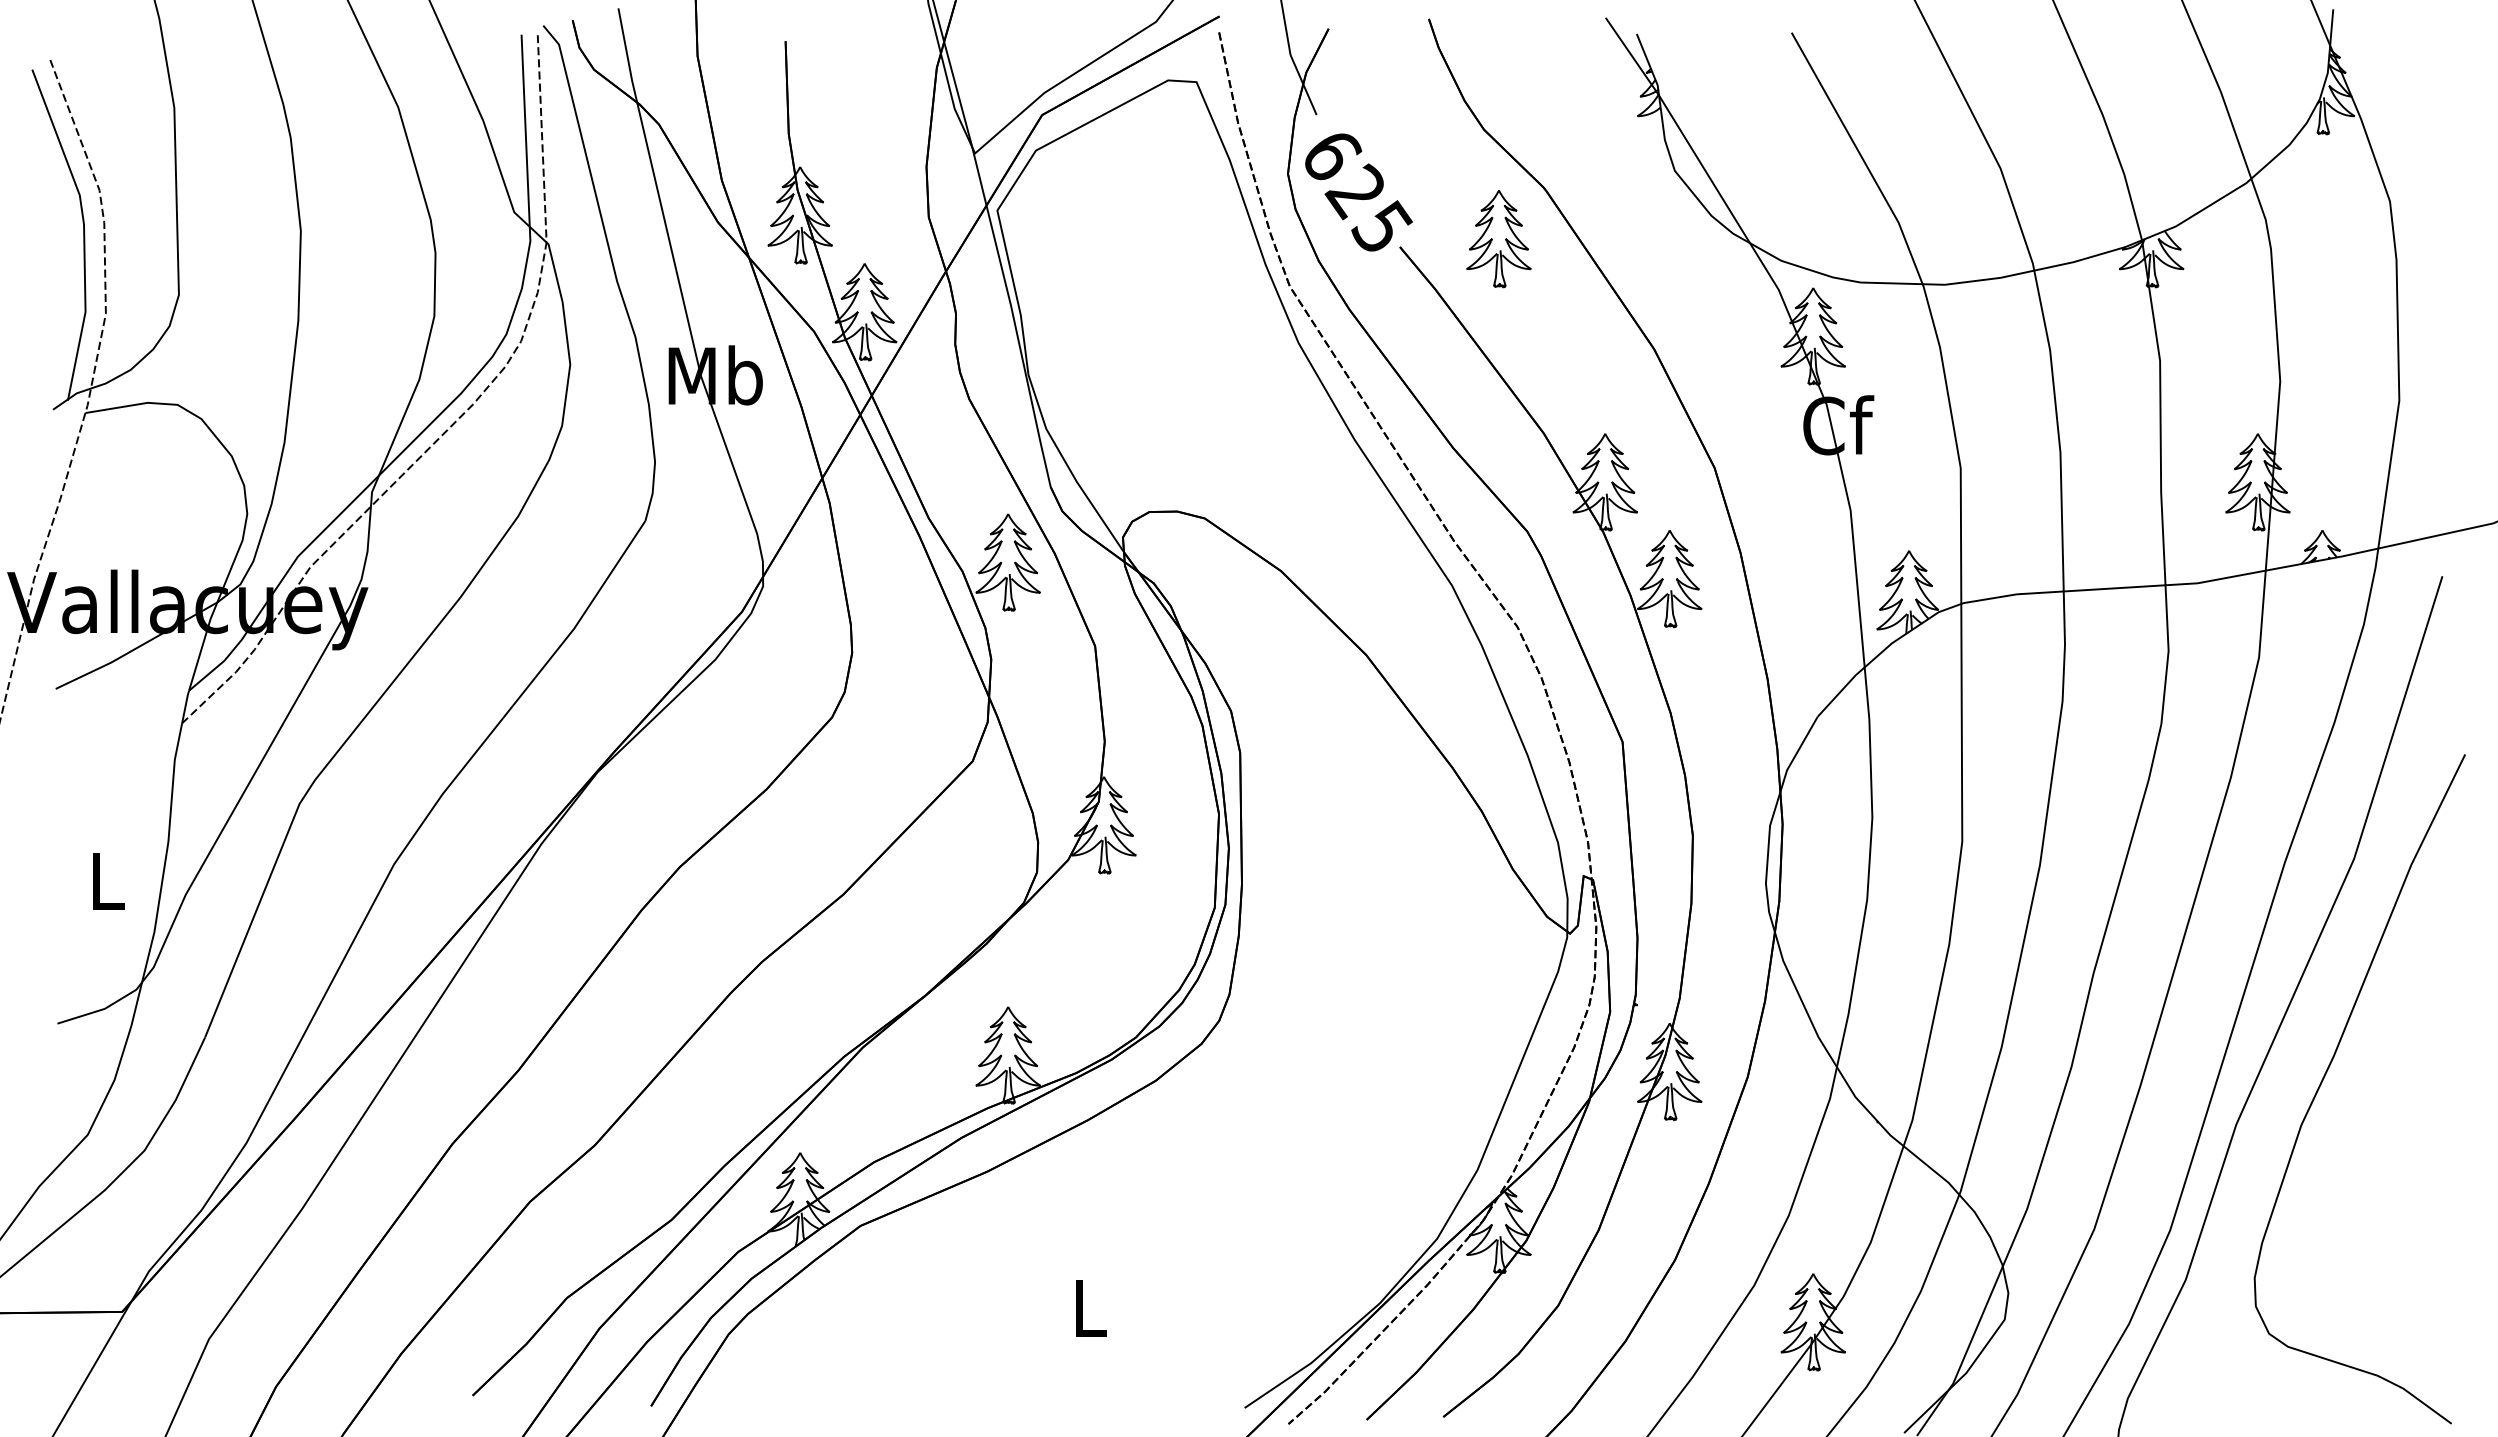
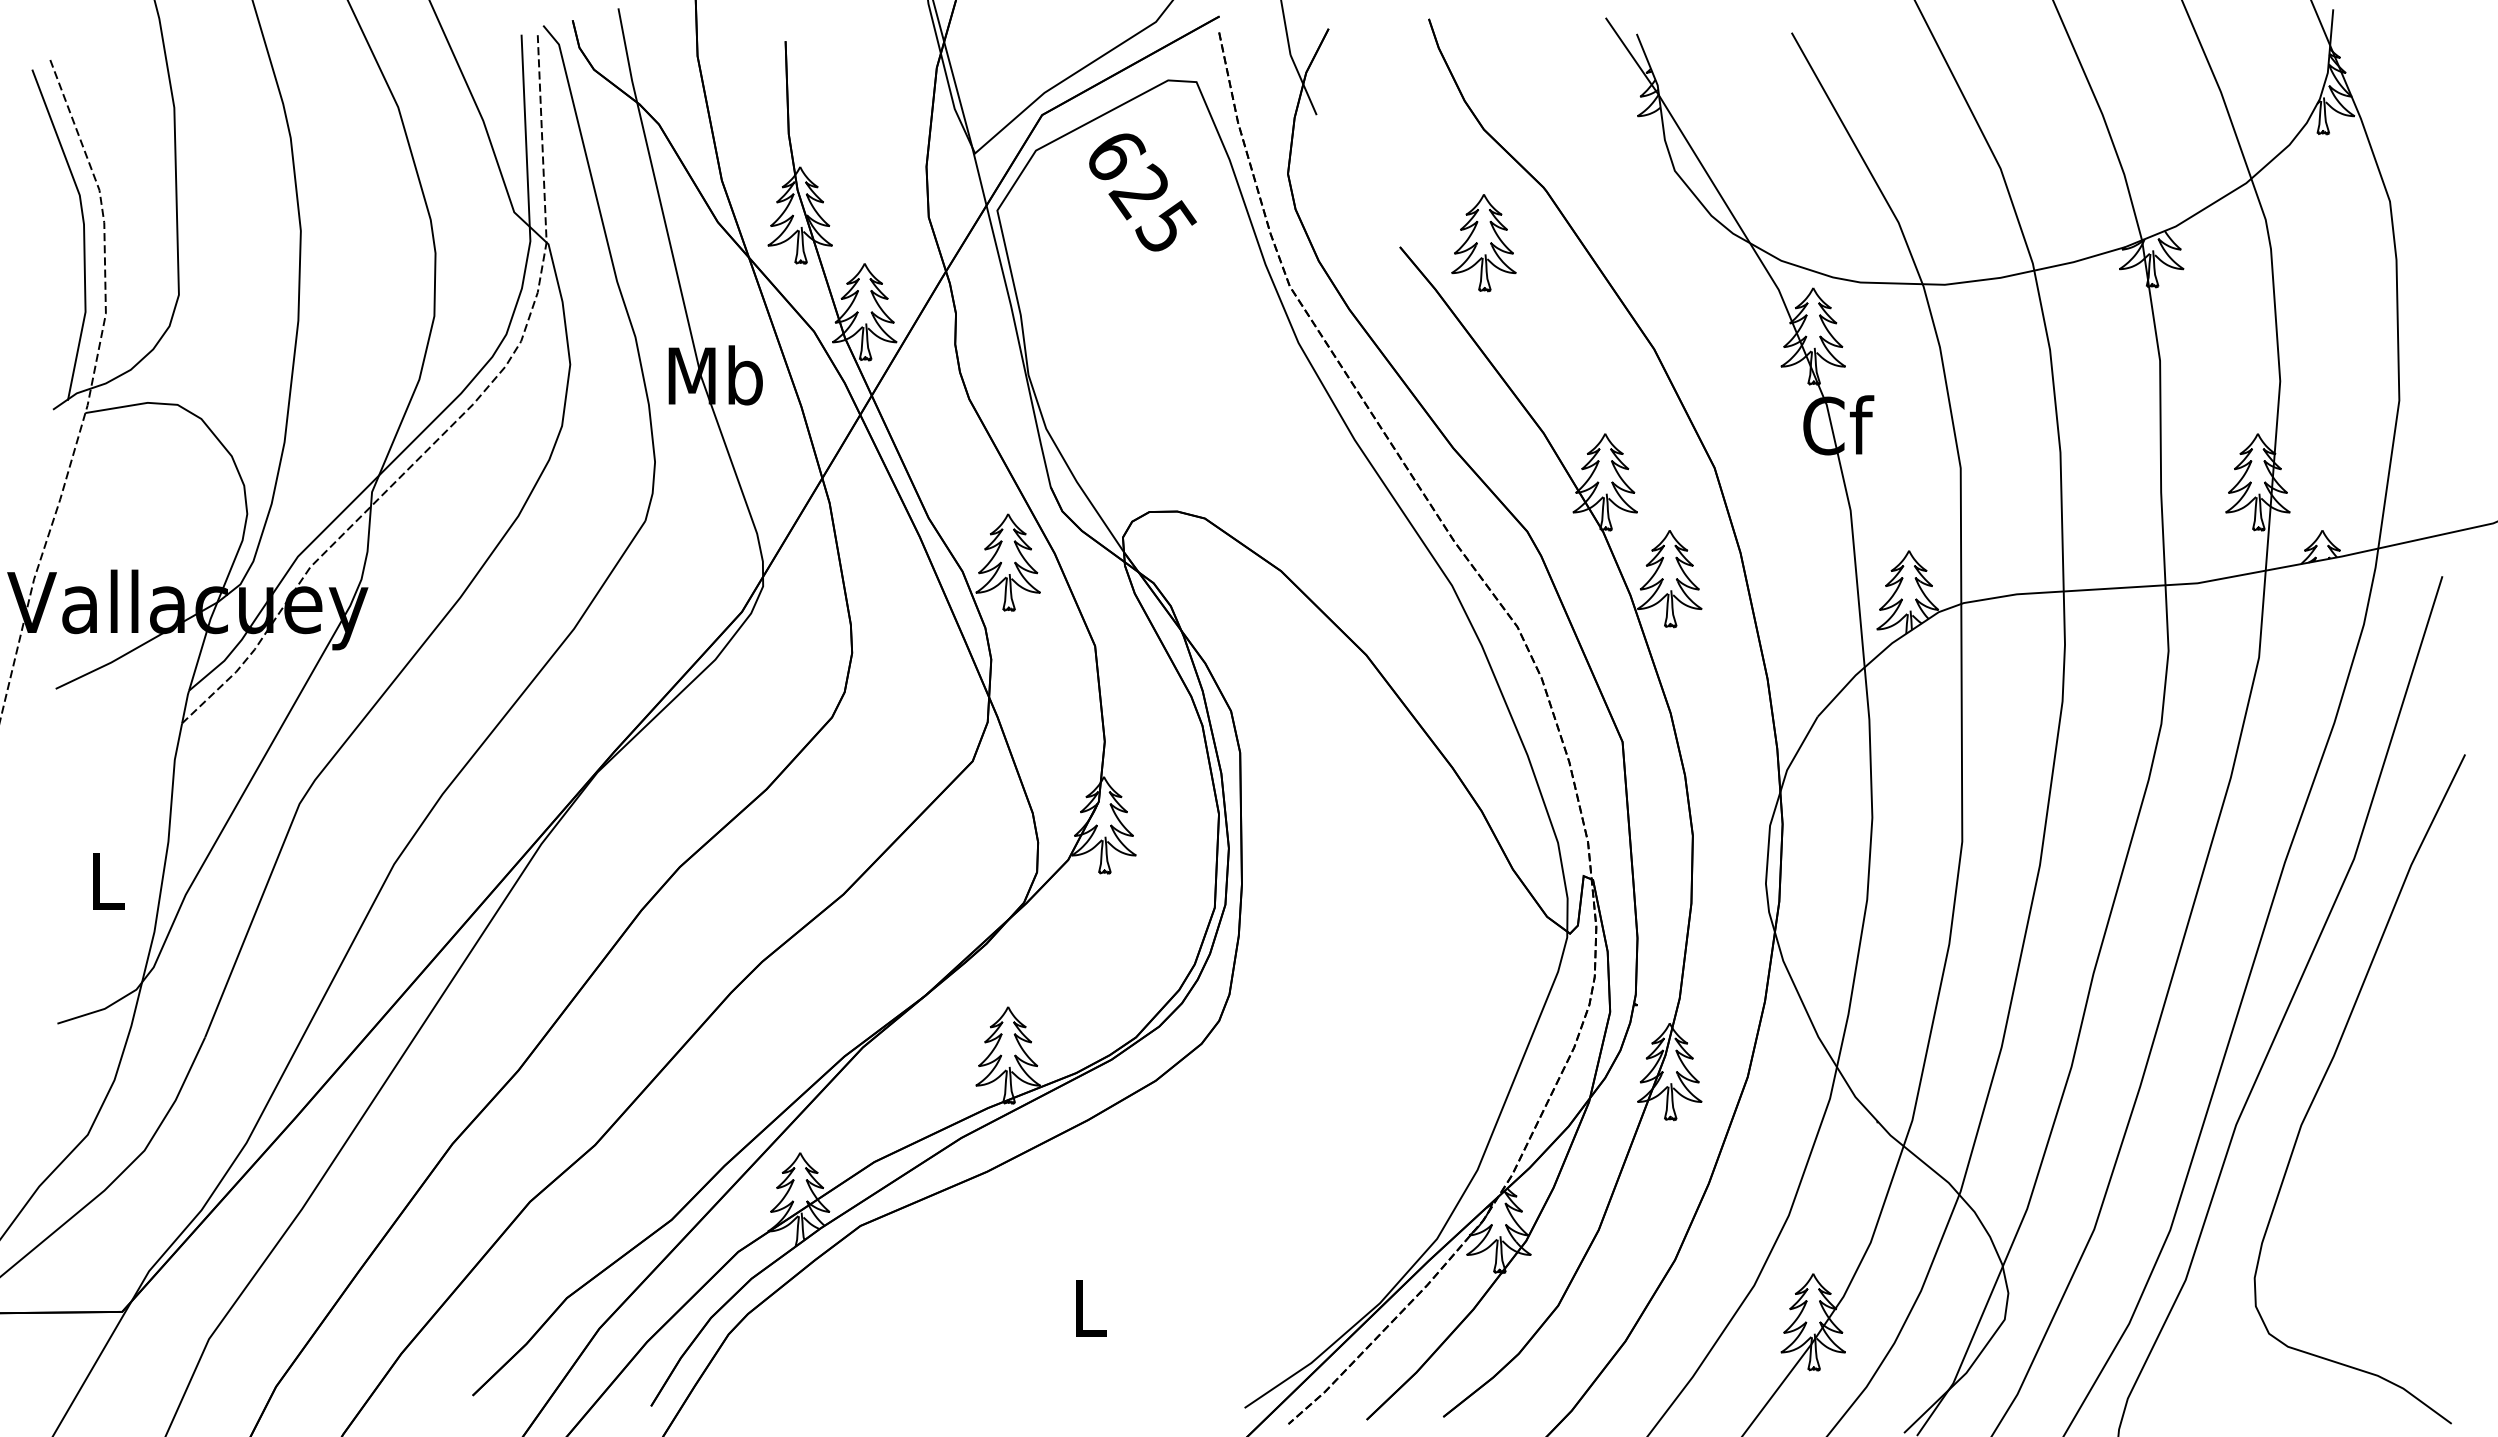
text at (1358, 192) position: (1358, 192) -> (1142, 192)
part at (1498, 239) position: (1498, 239) -> (1483, 243)
